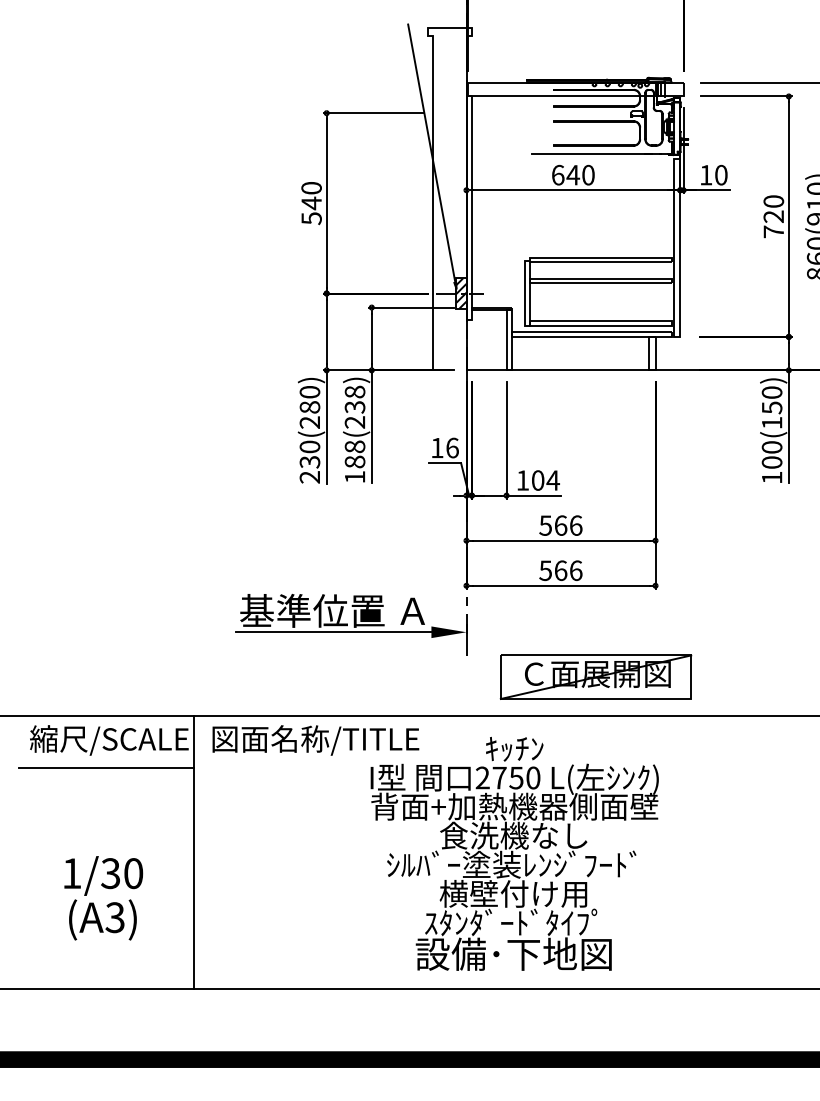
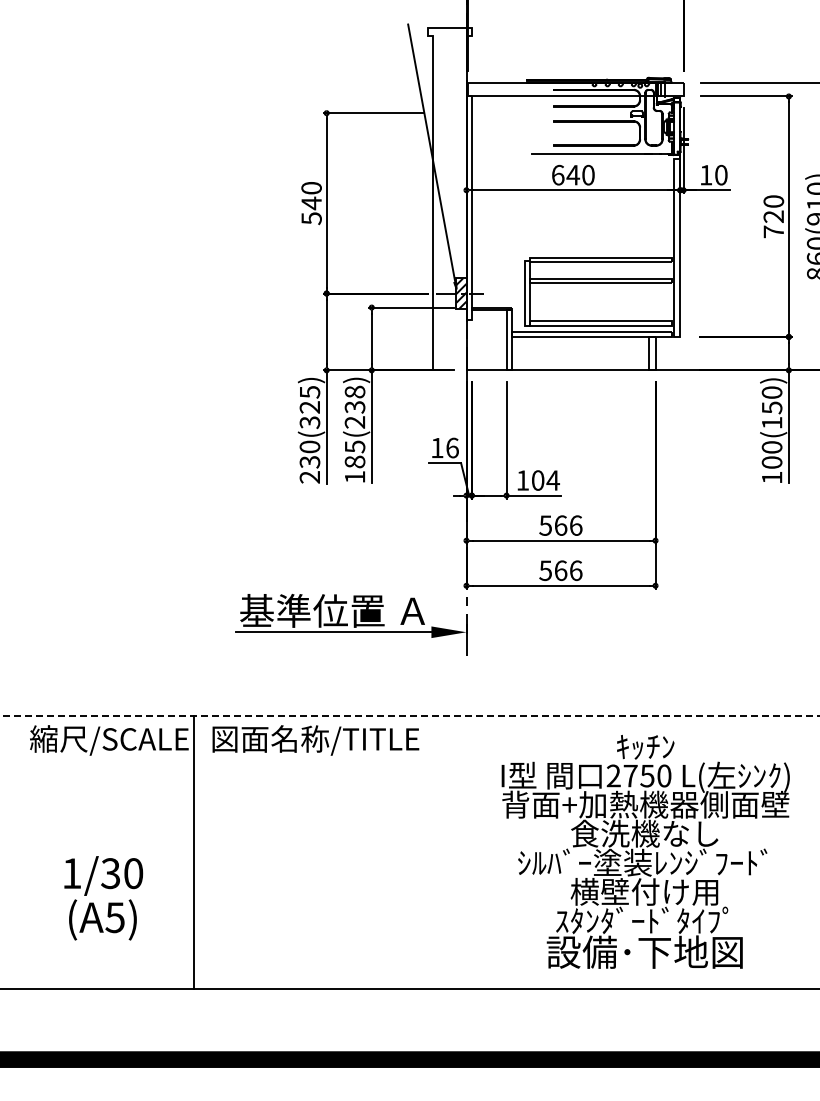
text at (309, 407): 230(280) -> 230(325)
text at (354, 446): 188(238) -> 185(238)
part at (595, 676): present -> none
line at (410, 716): solid -> dashed
line at (106, 768): present -> none
text at (514, 853) position: (514, 853) -> (645, 851)
text at (114, 917): (A3) -> (A5)
